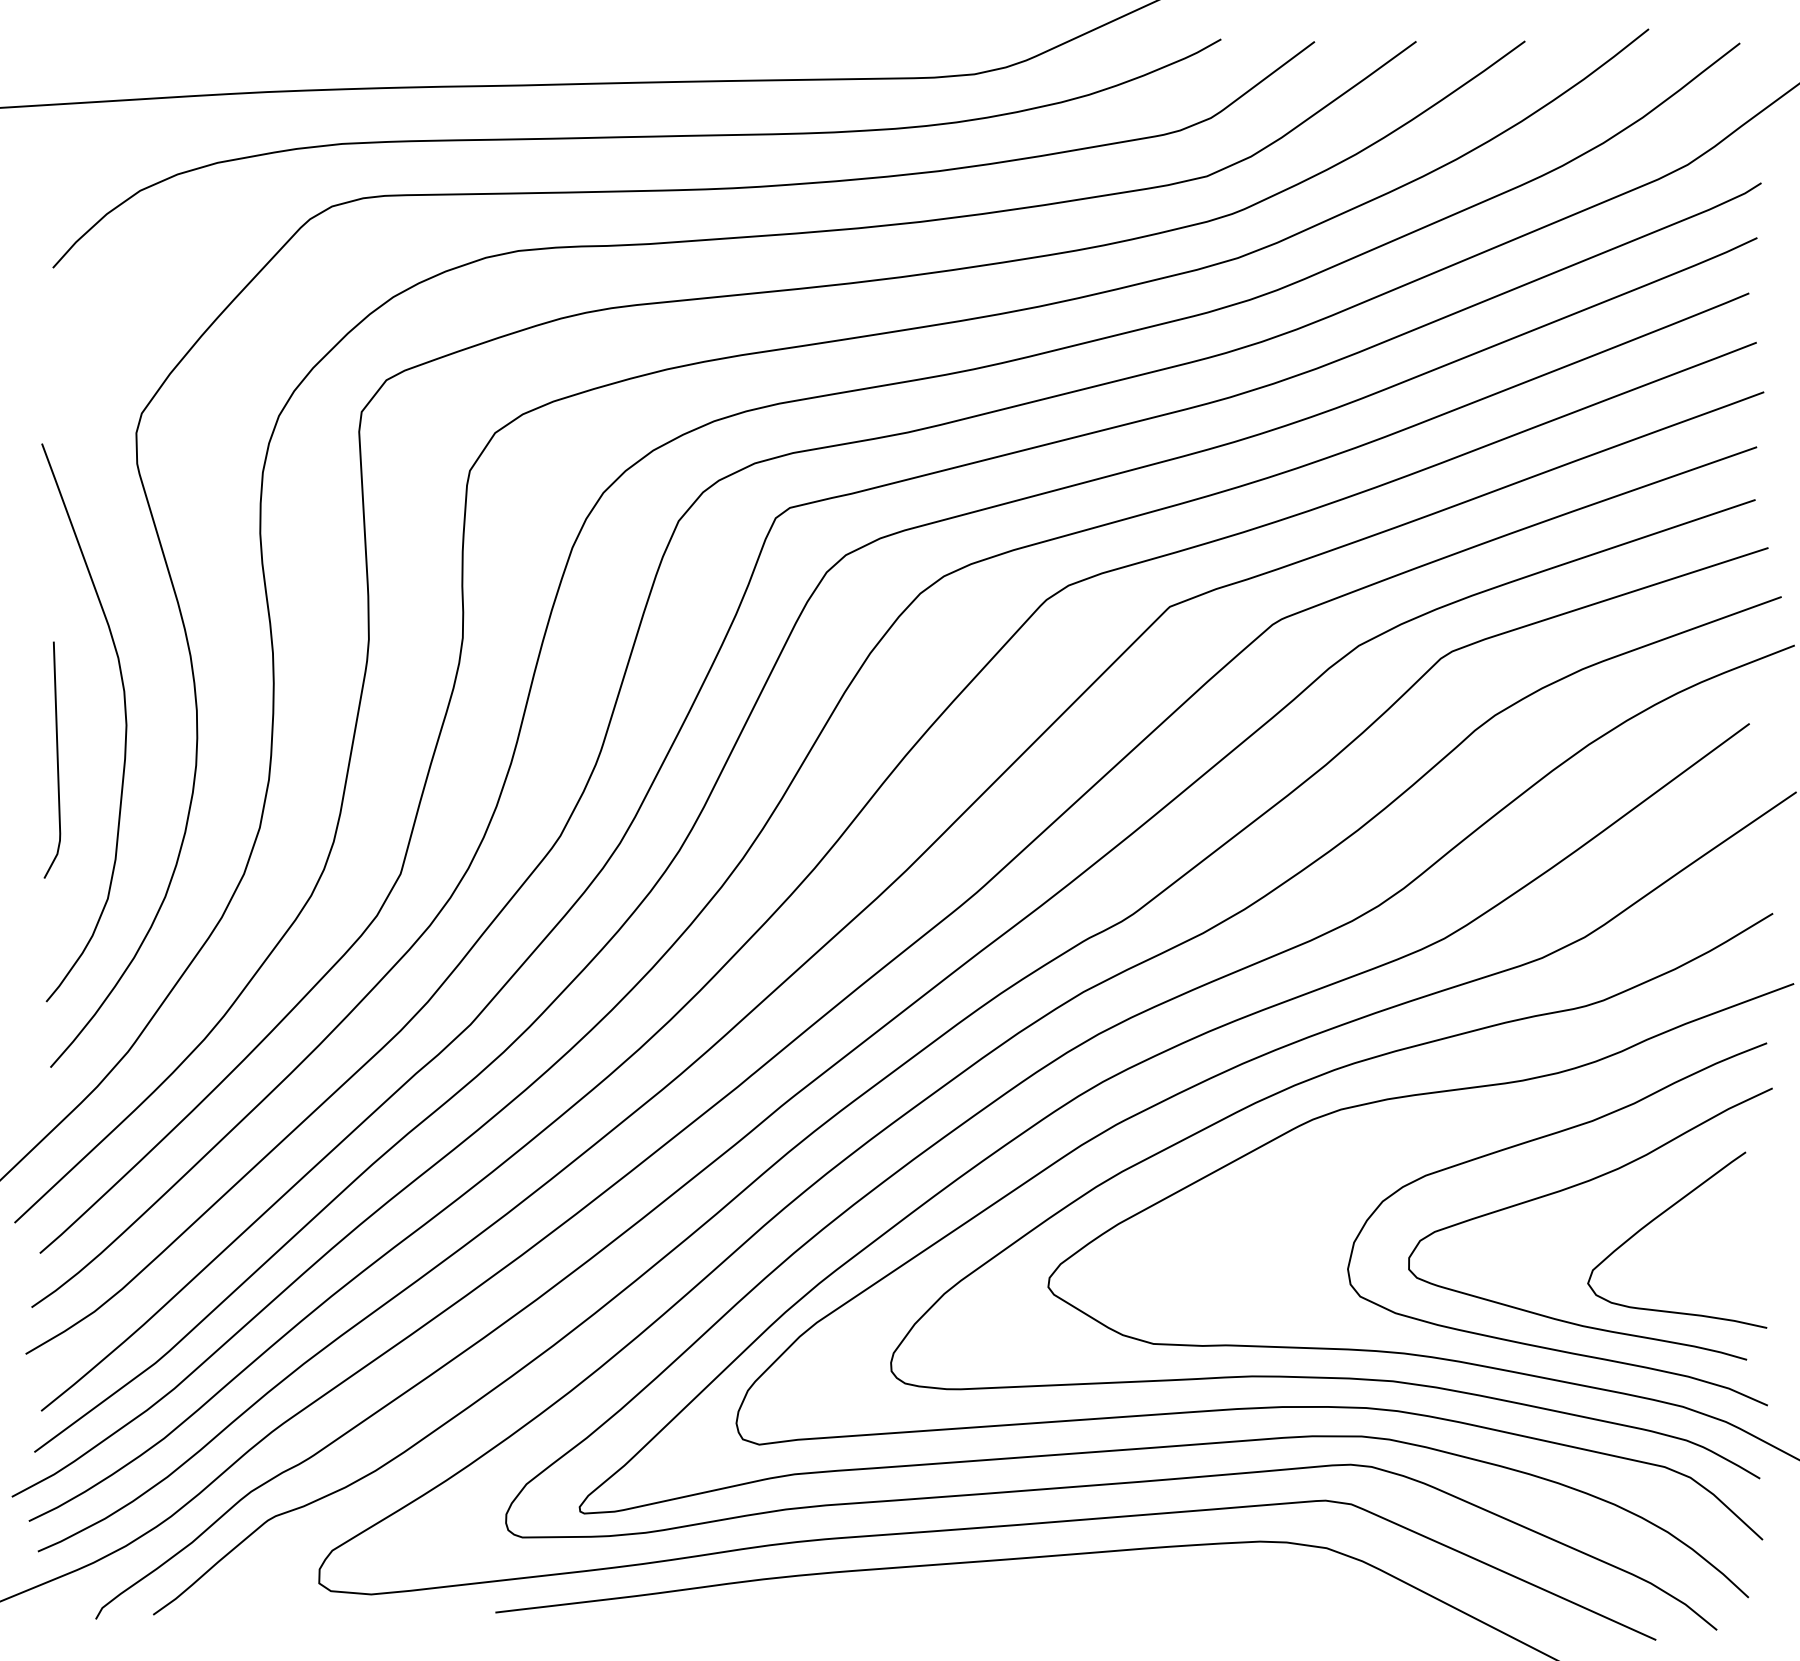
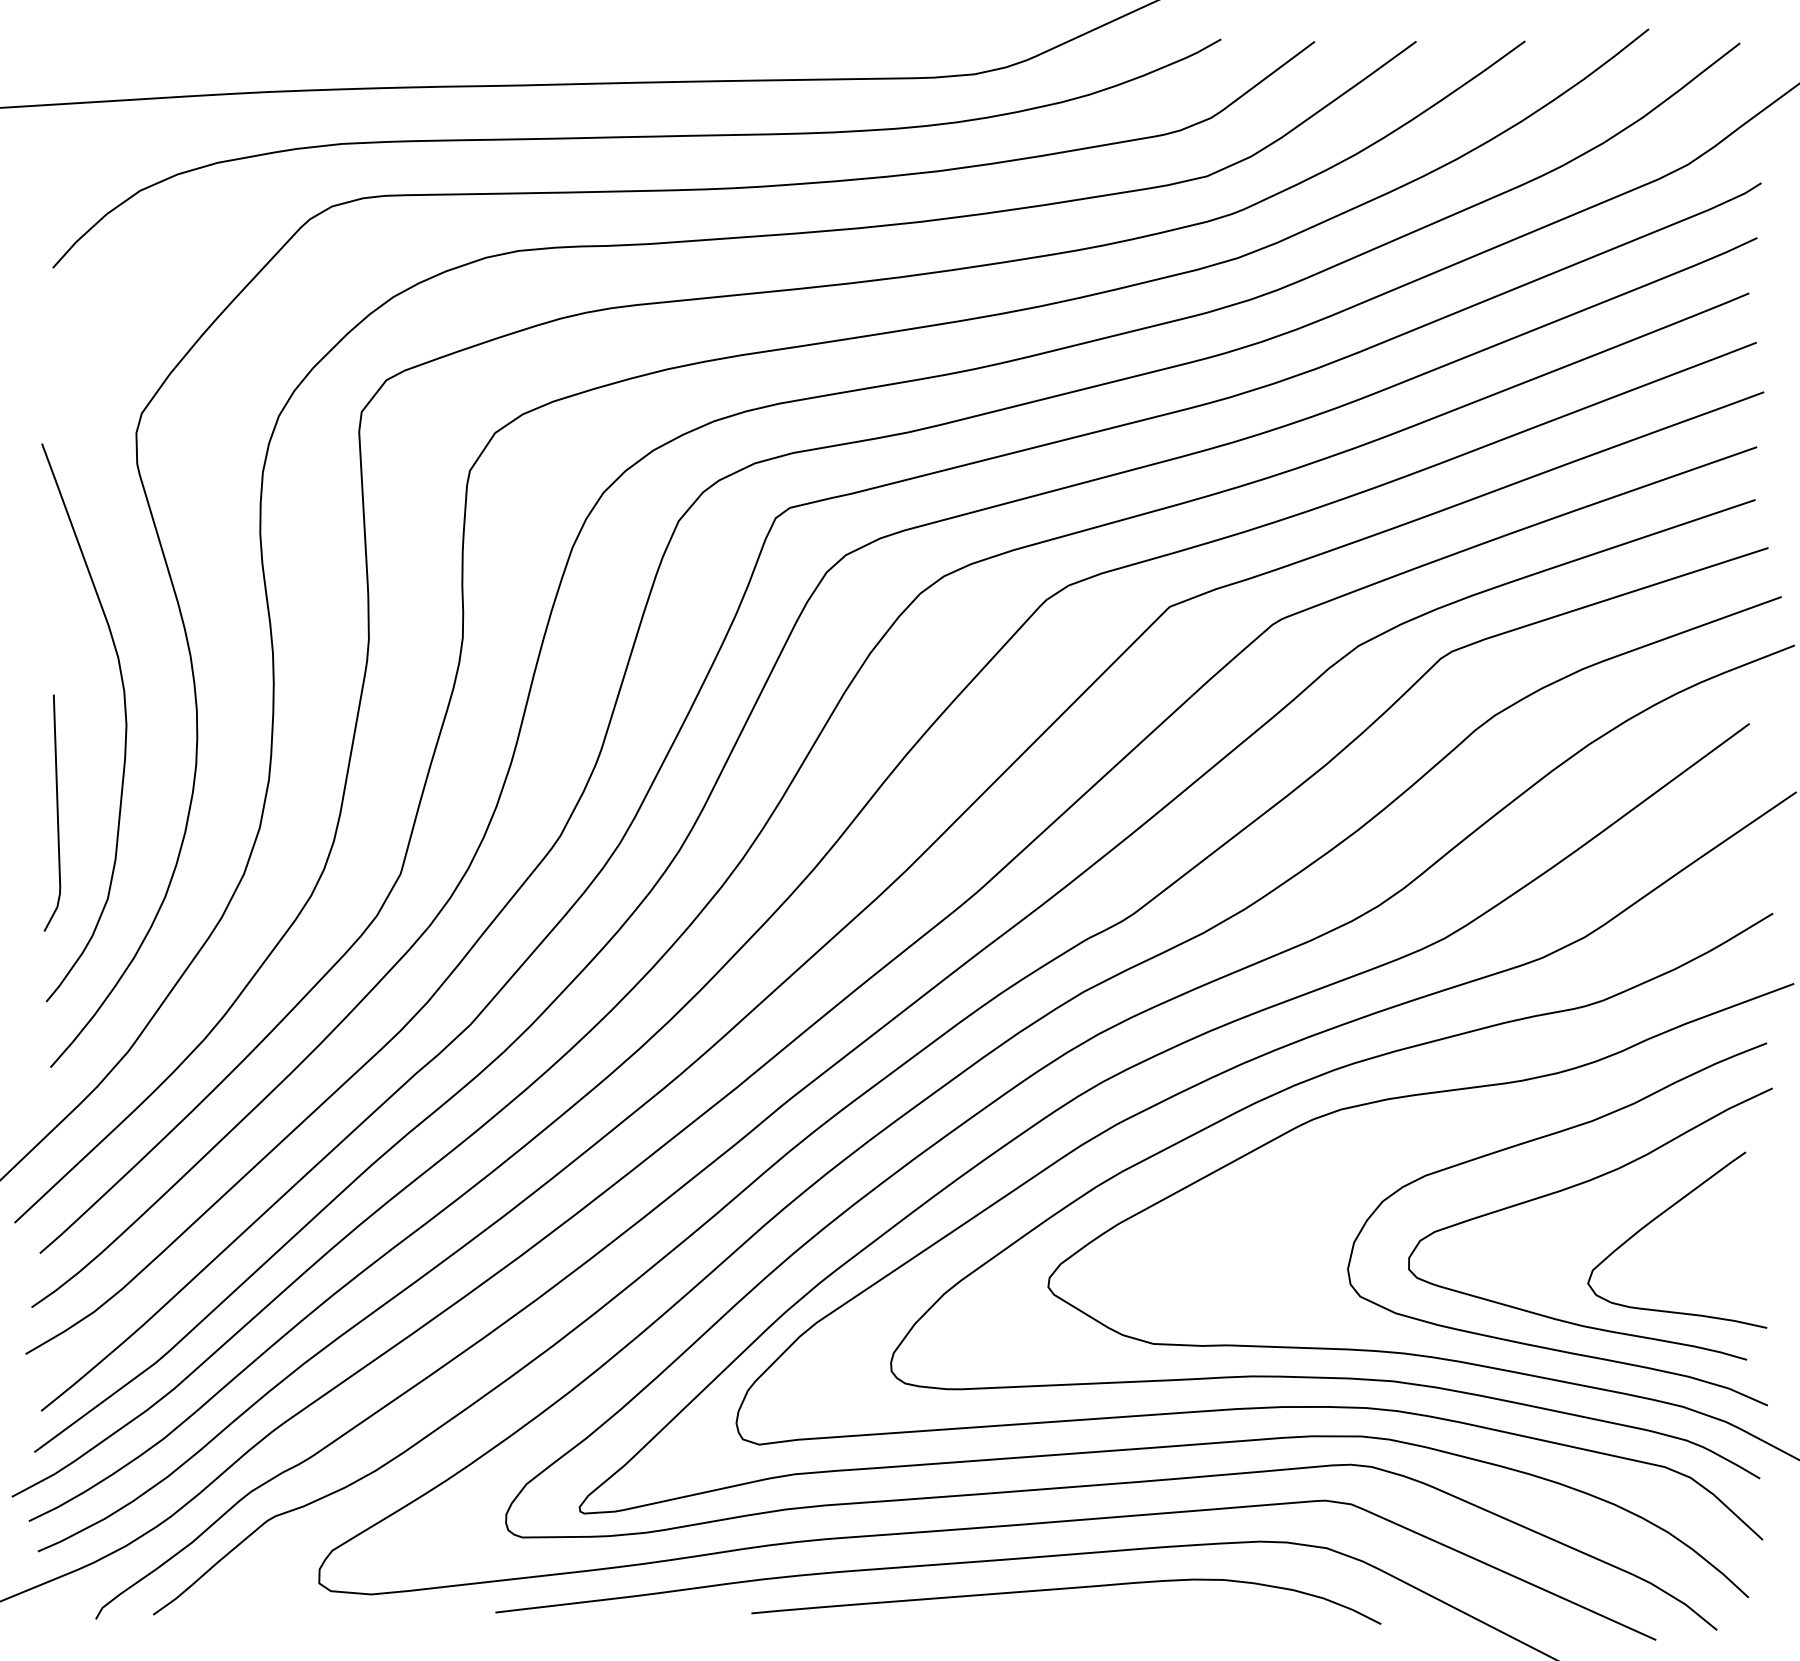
line at (56, 759) position: (56, 759) -> (56, 812)
curve at (1066, 1589): none -> present
